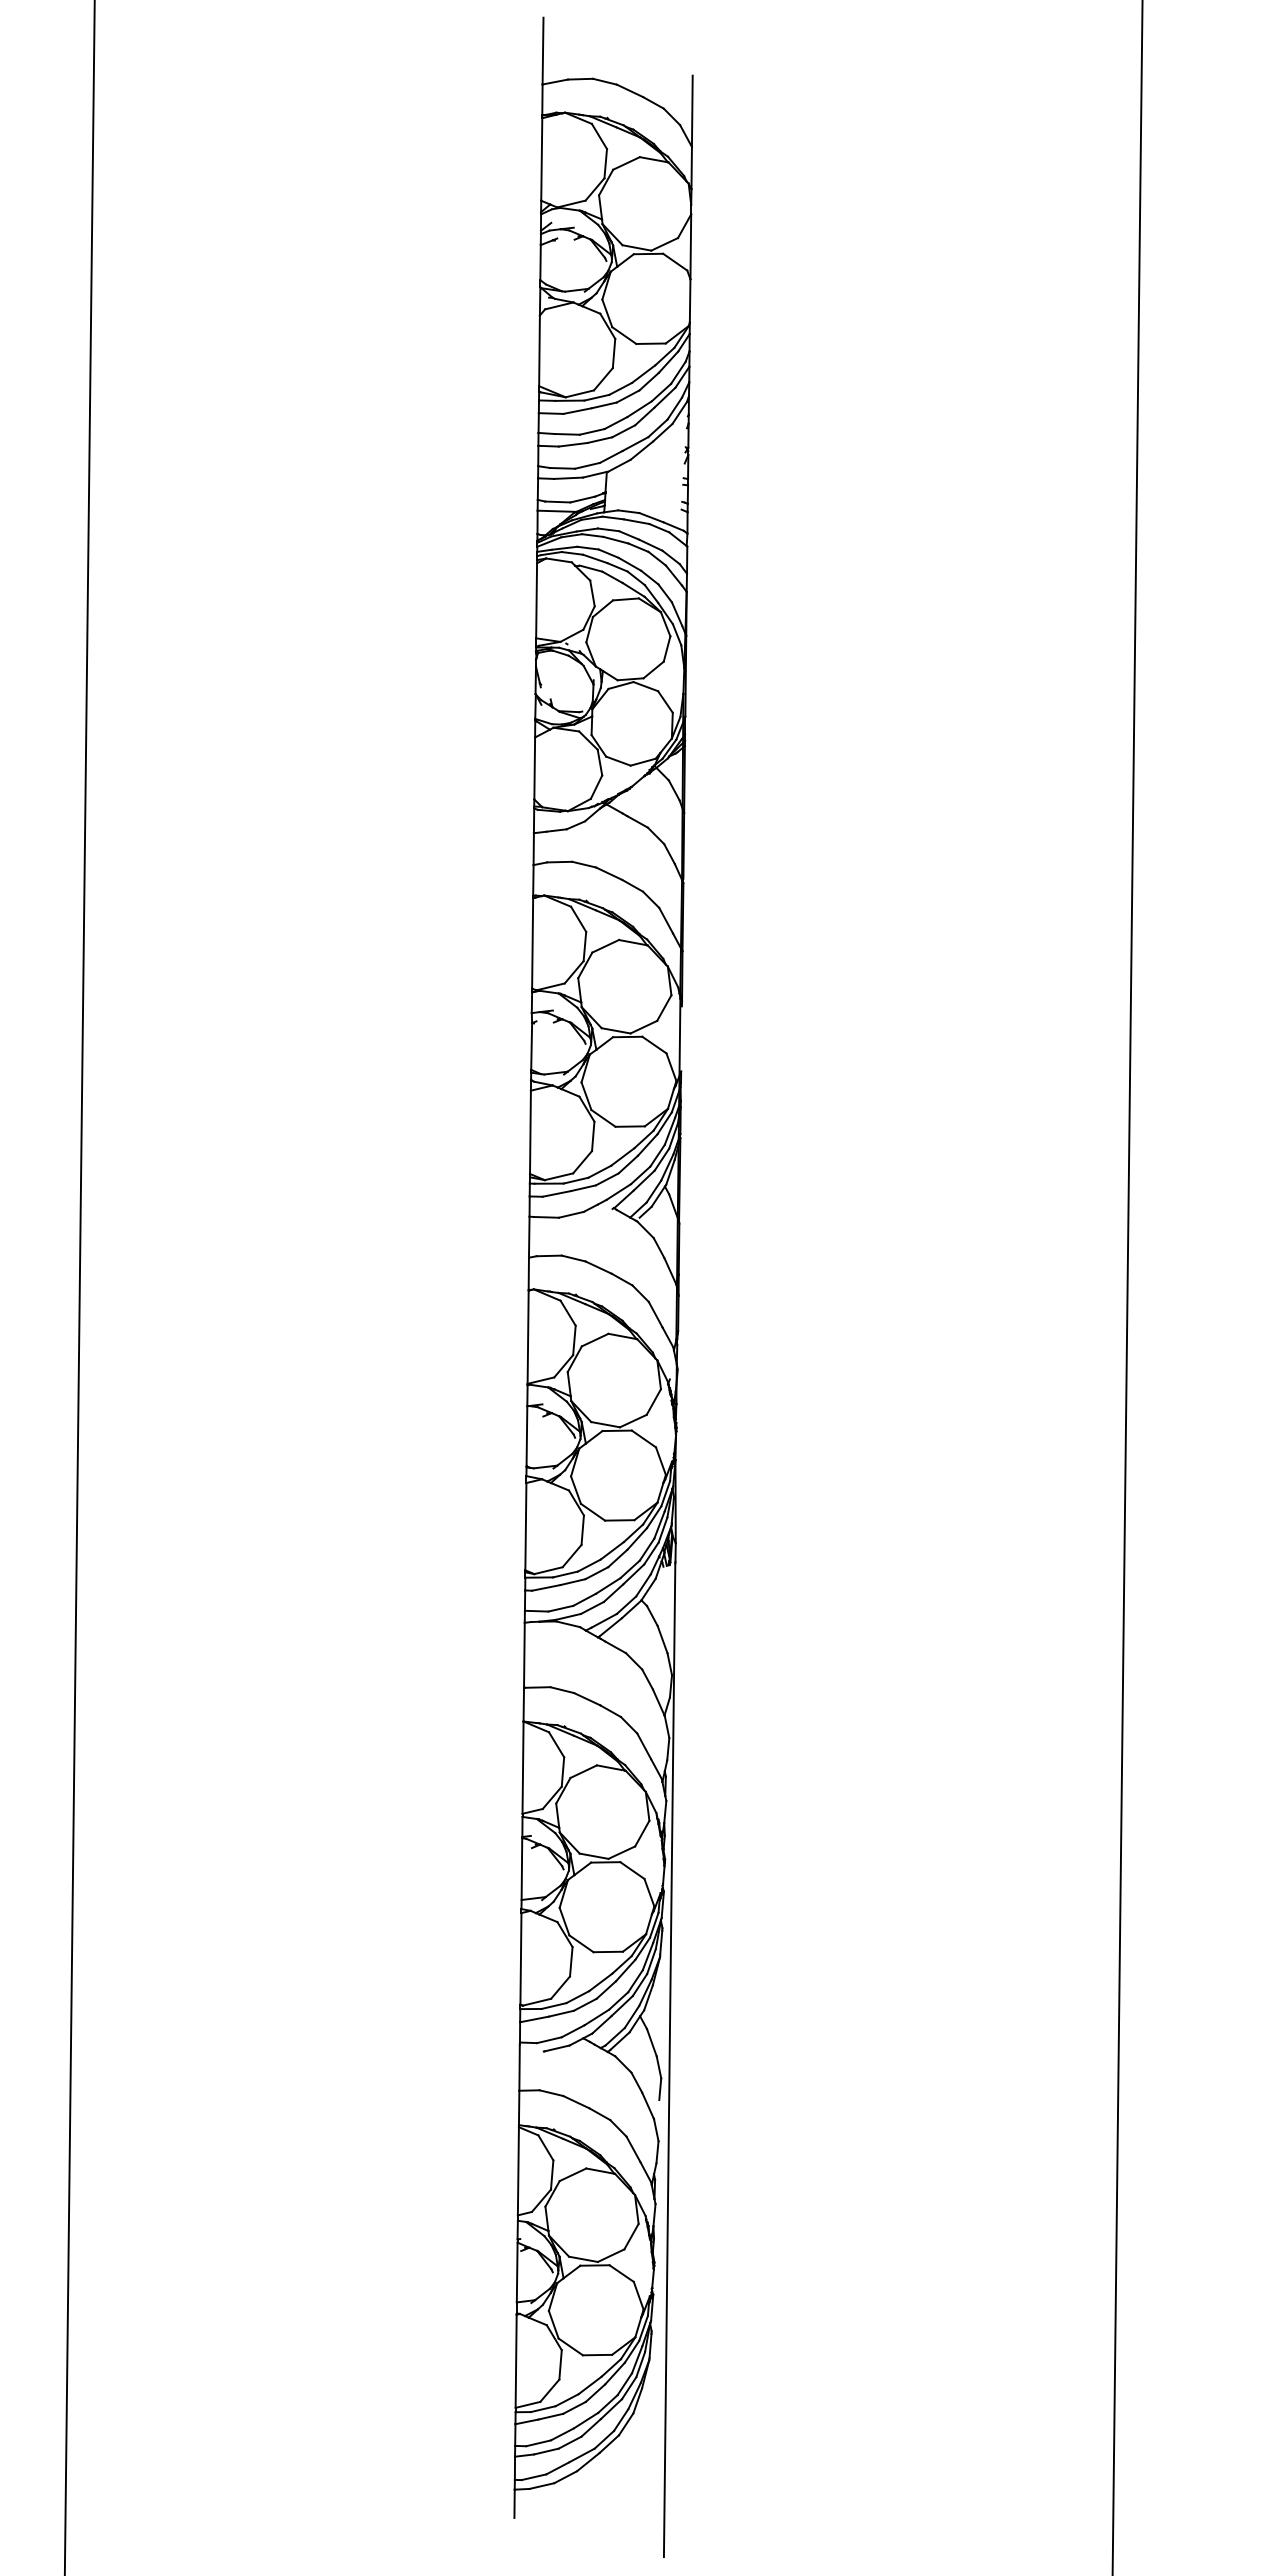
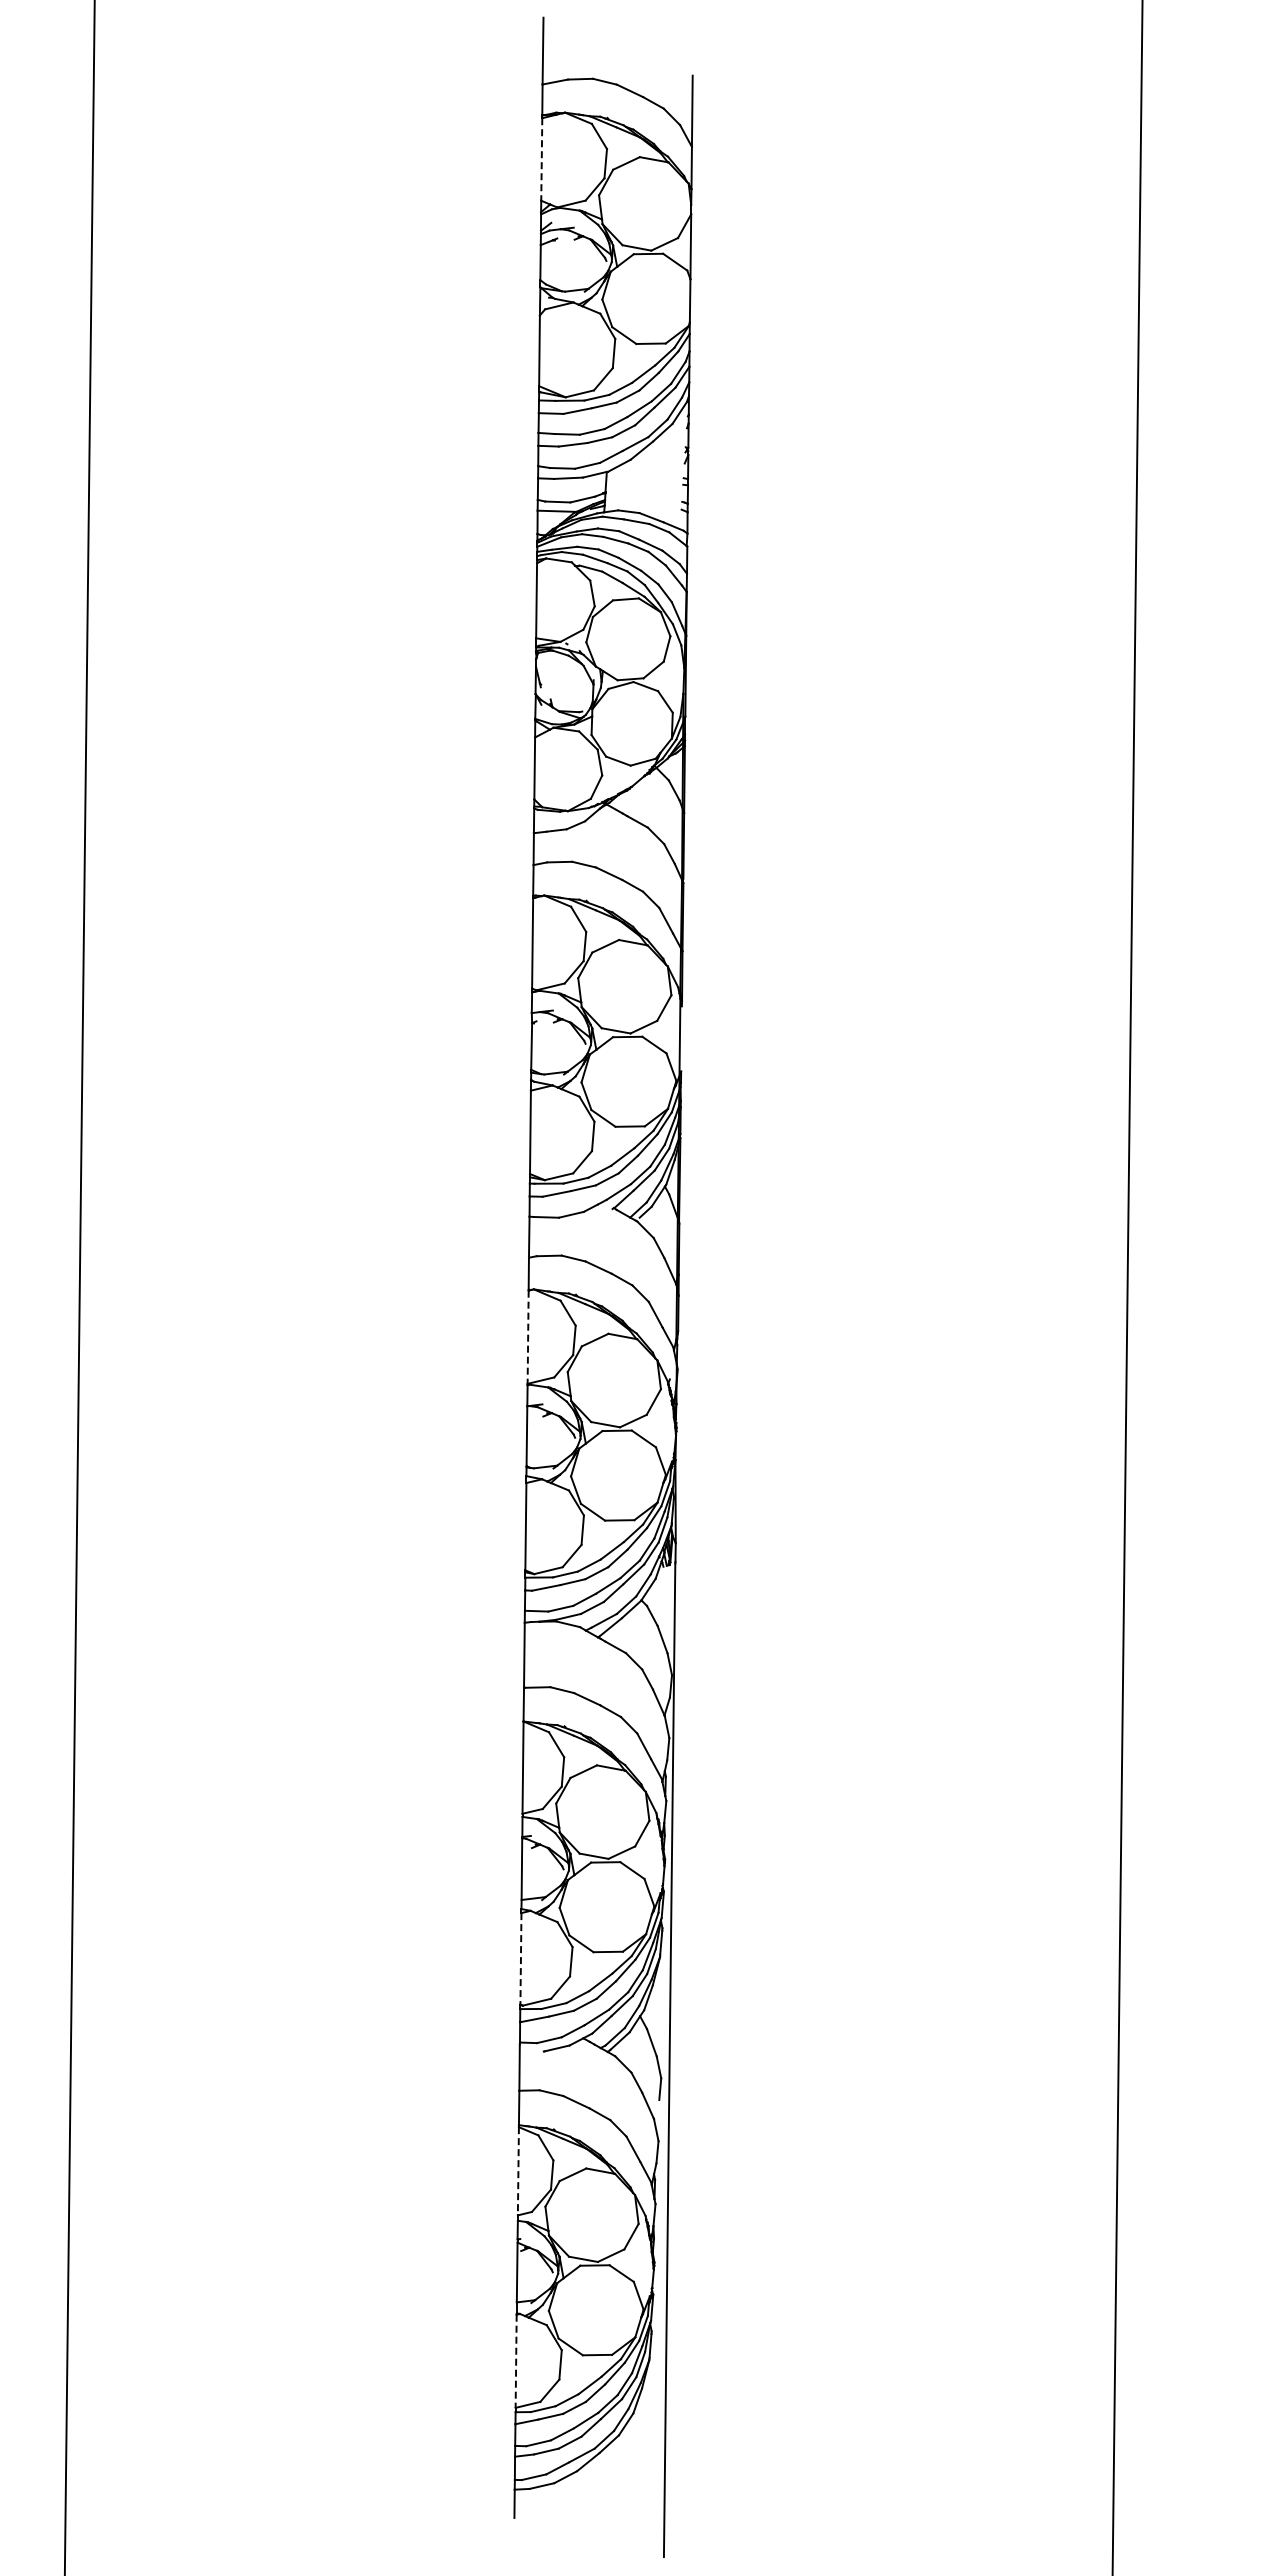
line at (541, 159): solid -> dashed
line at (528, 1337): solid -> dashed
line at (520, 1958): solid -> dashed
line at (518, 2171): solid -> dashed
line at (516, 2361): solid -> dashed
